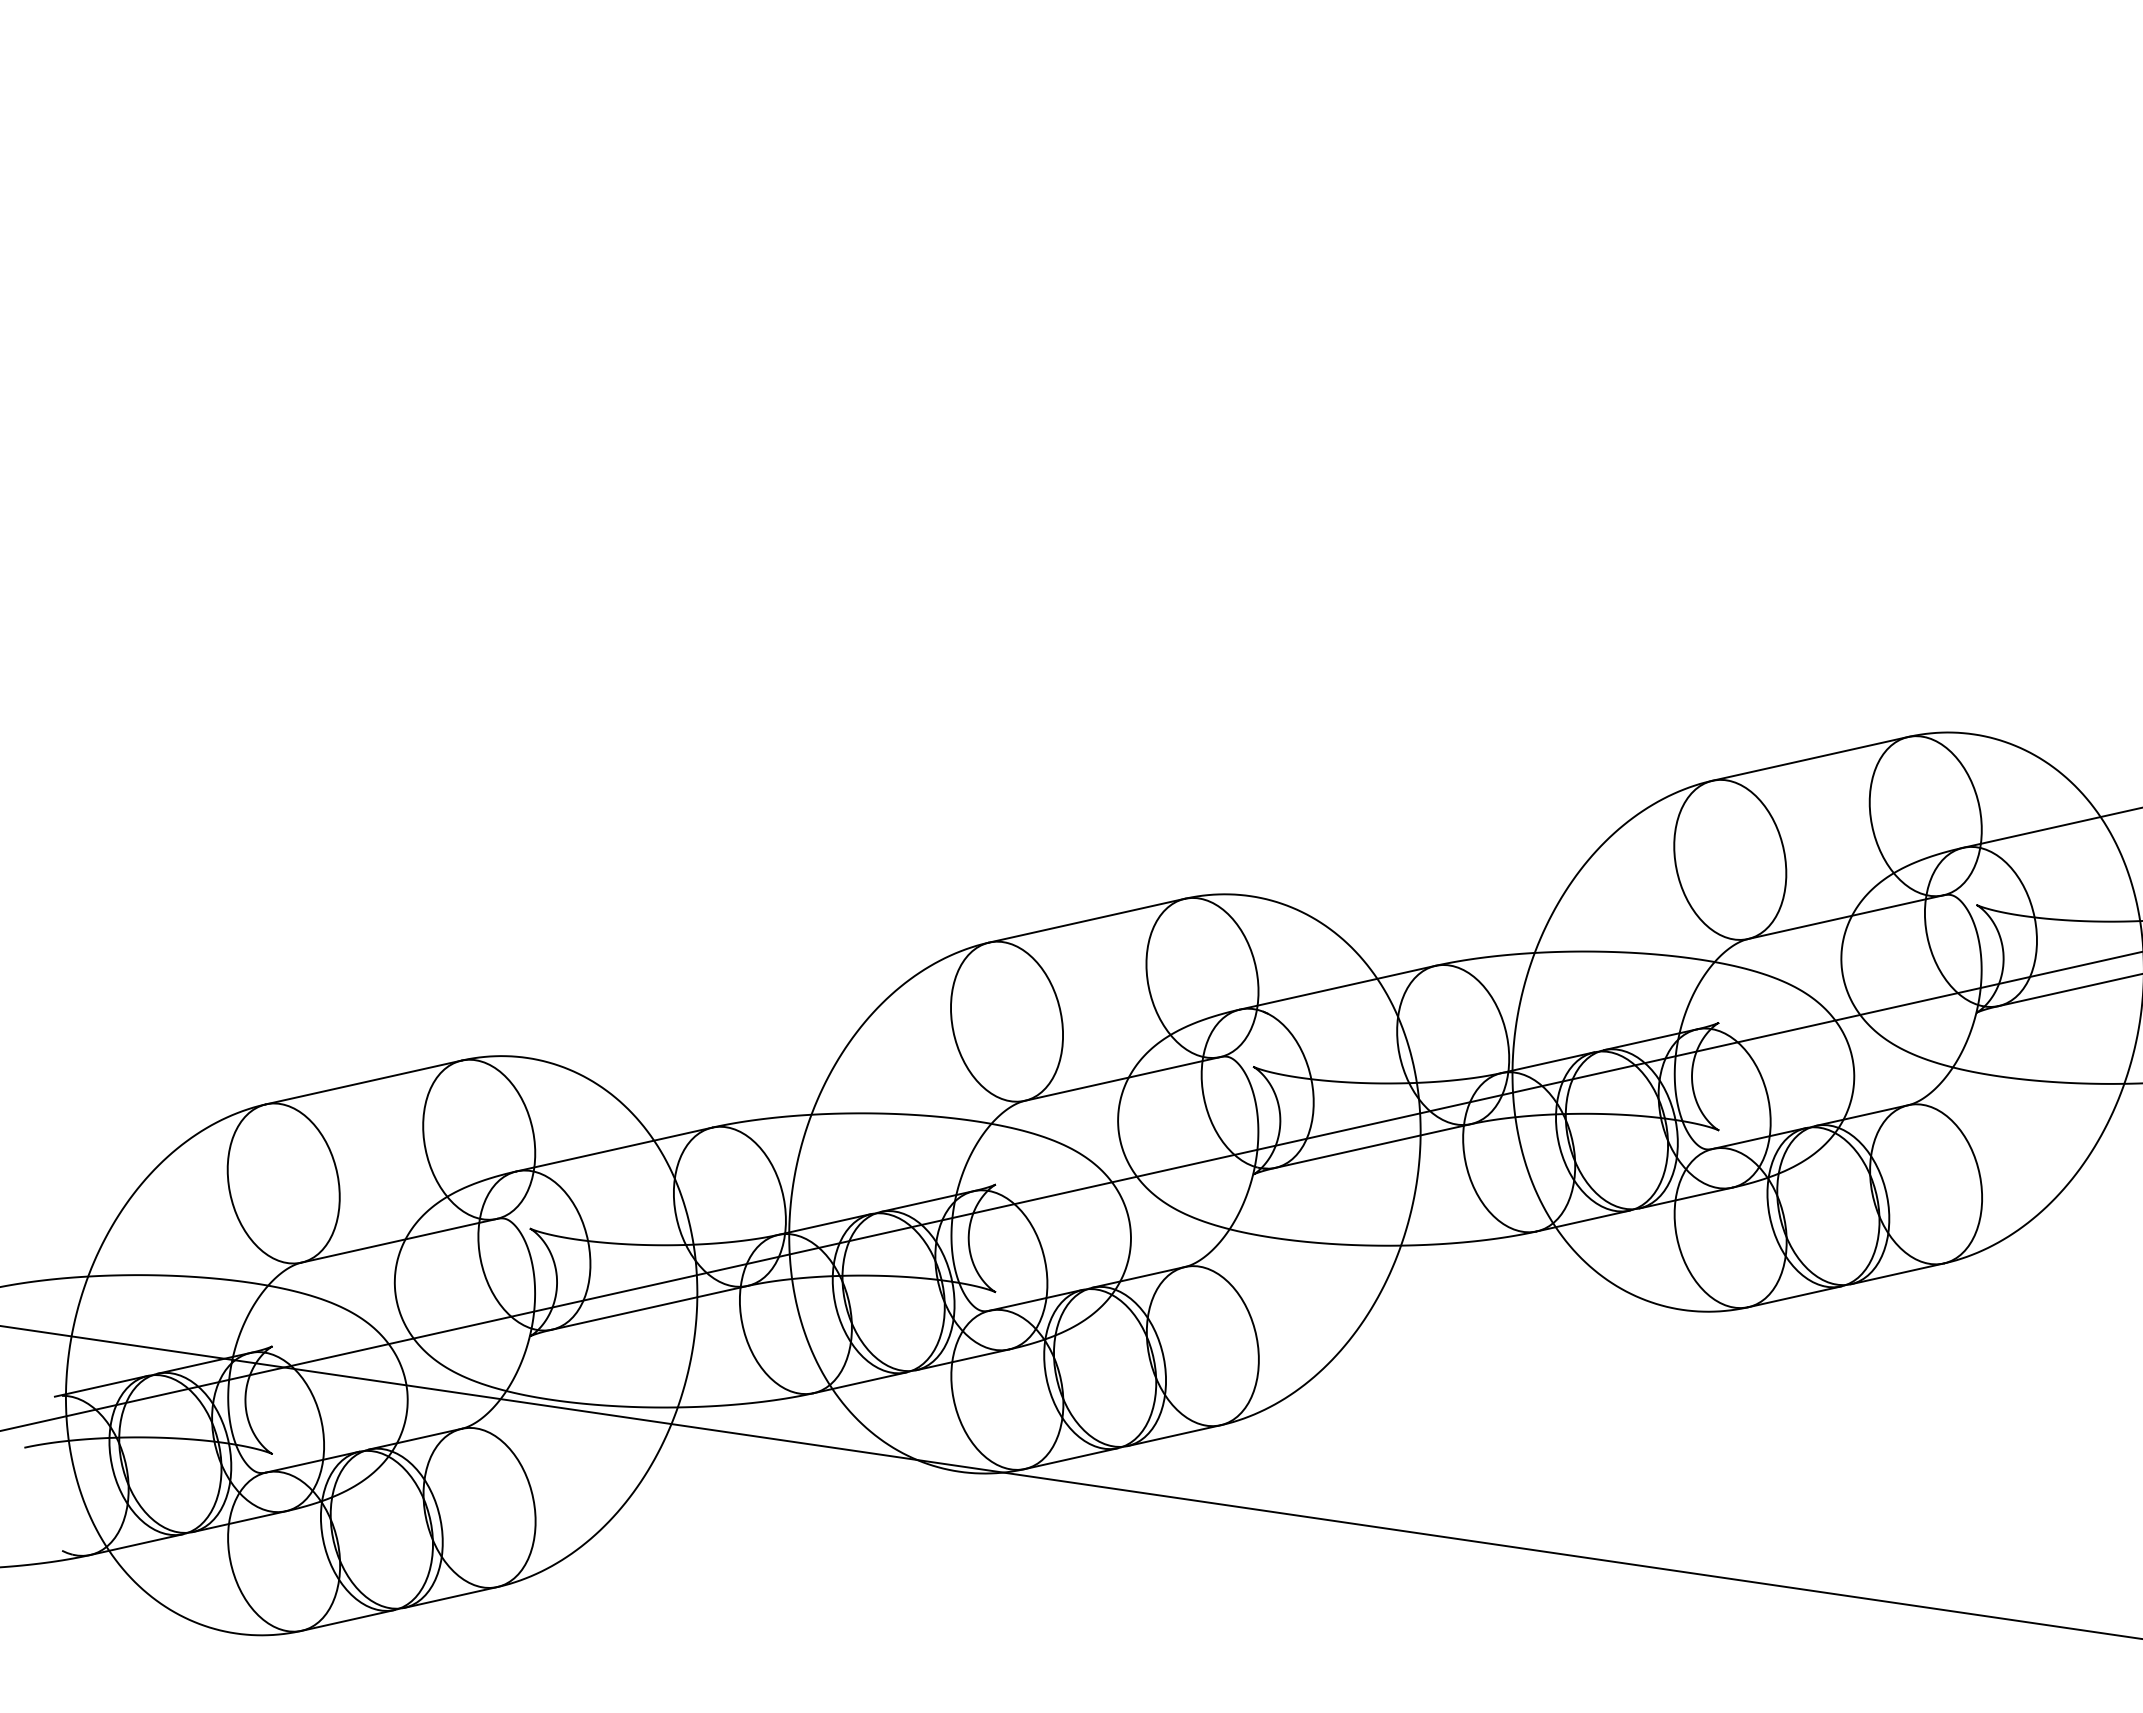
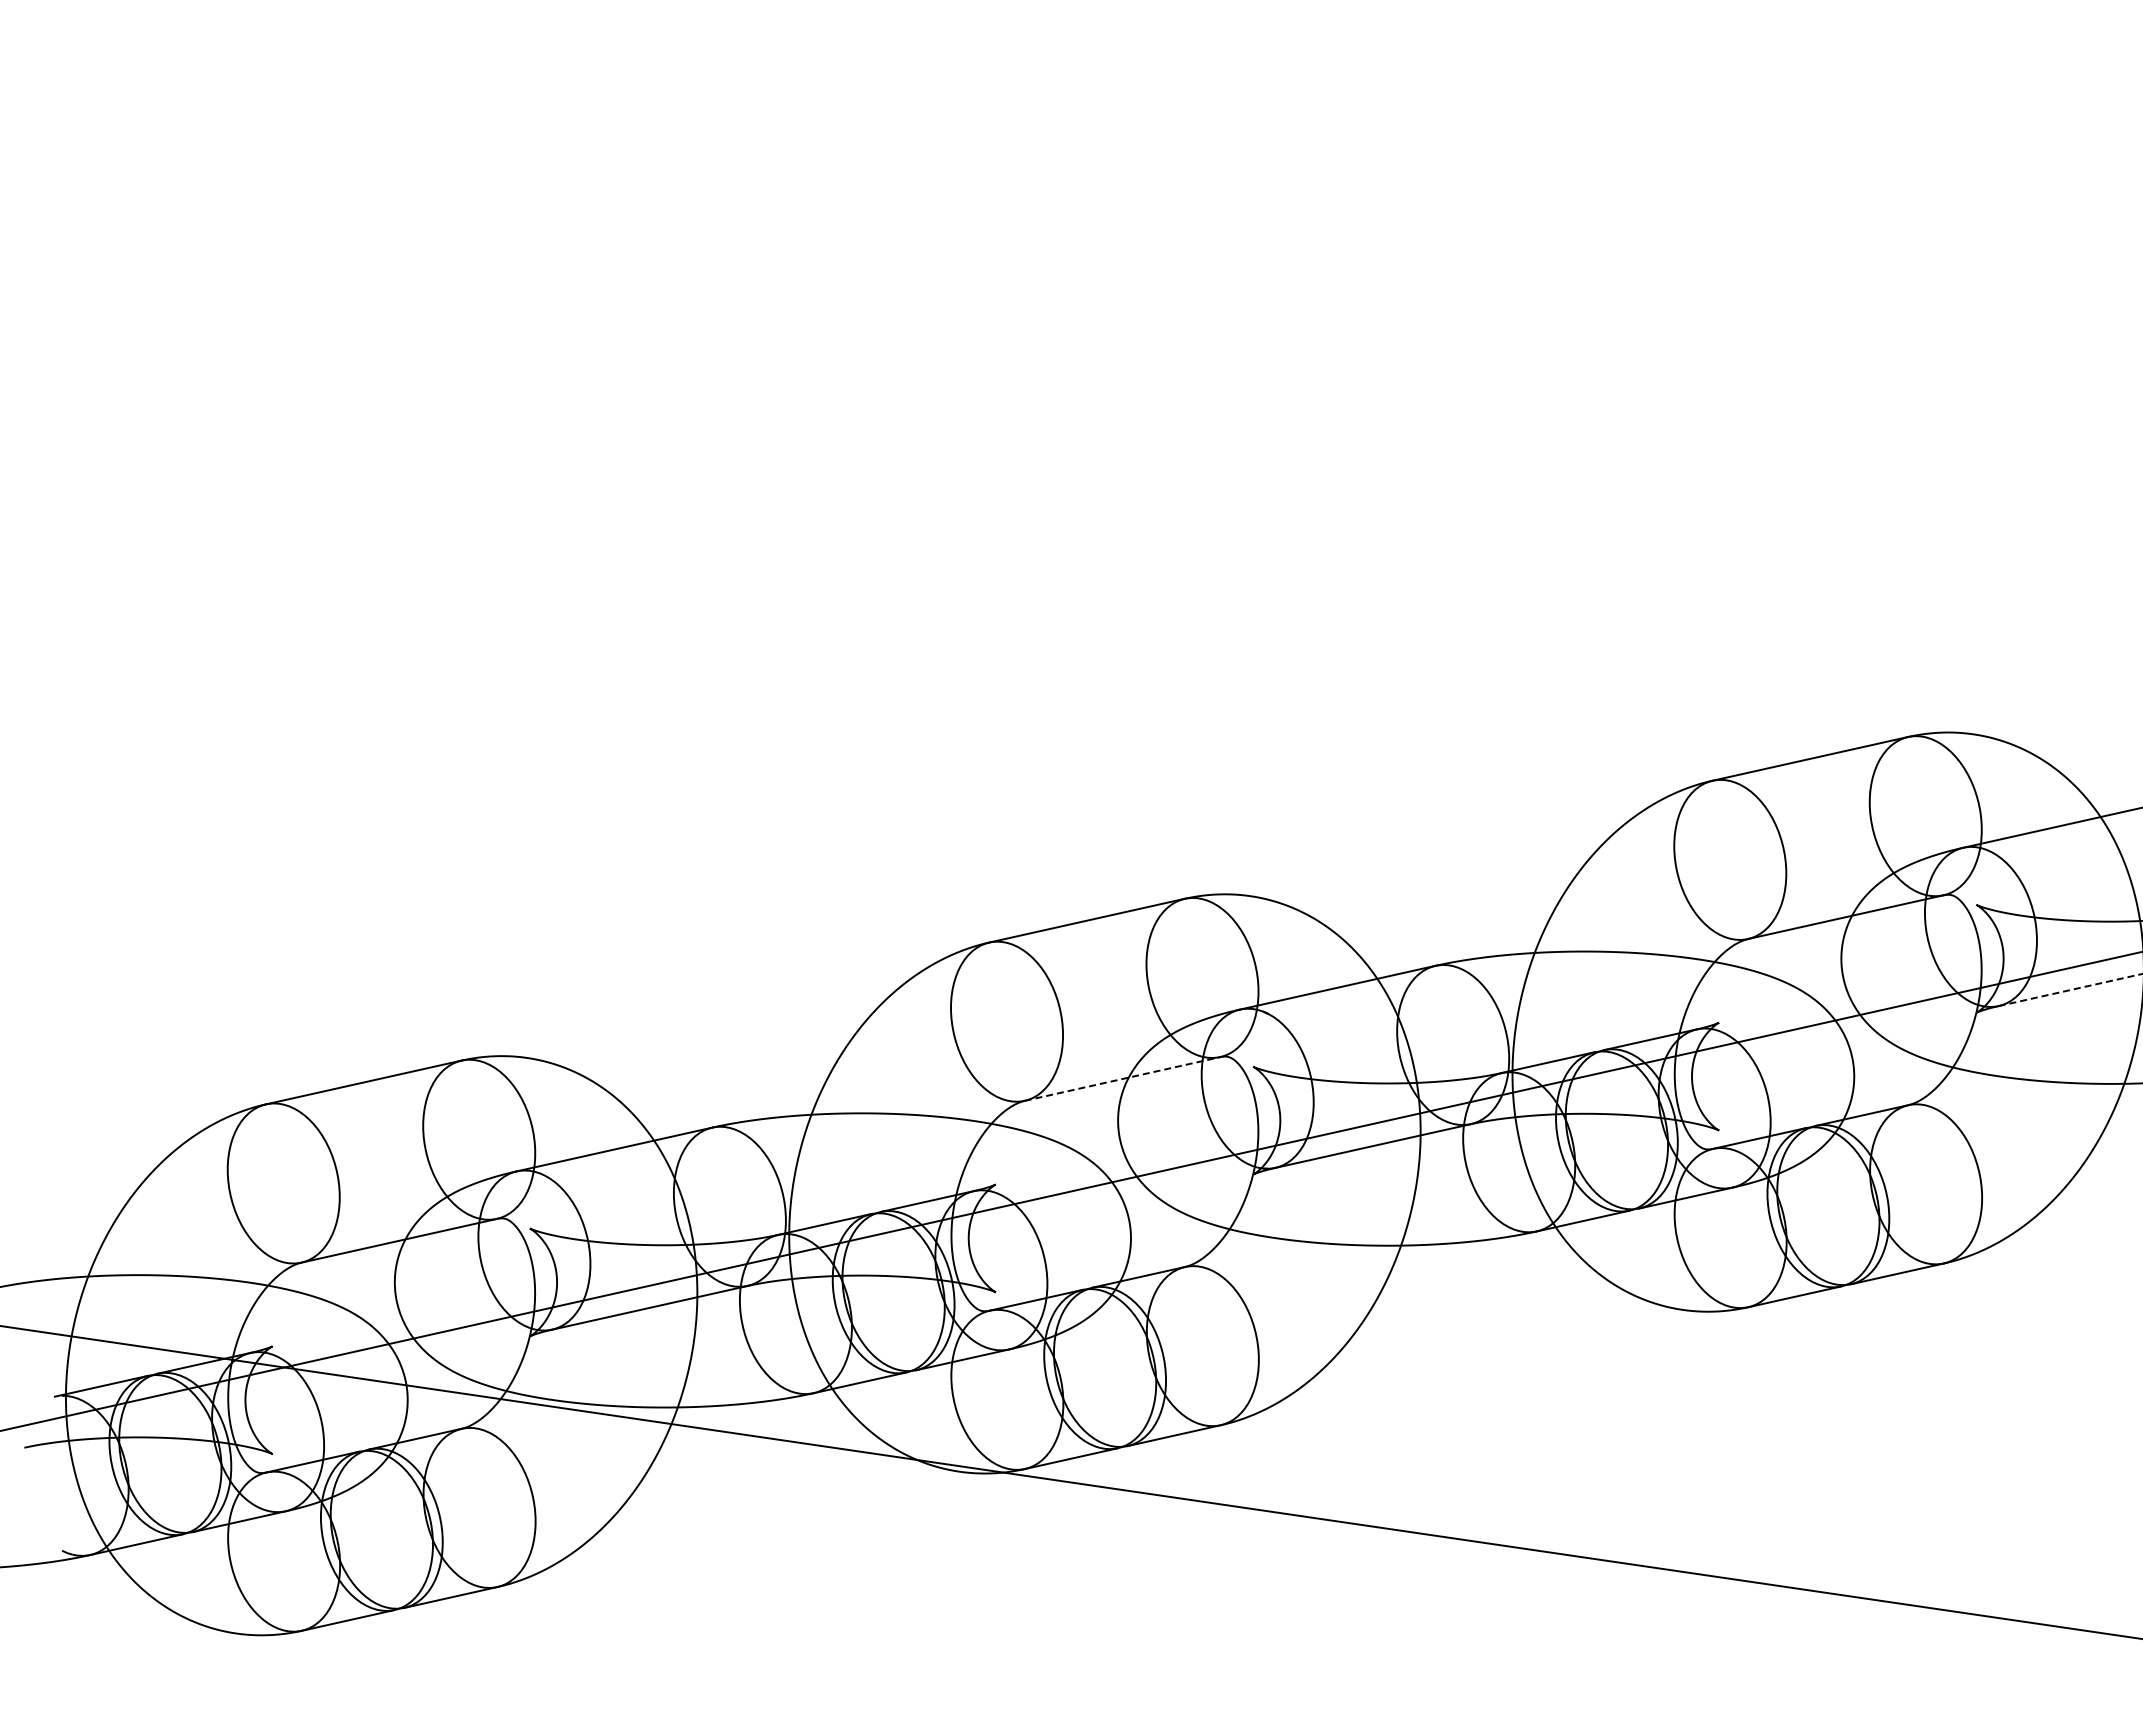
line at (2070, 990): solid -> dashed
line at (1122, 1078): solid -> dashed
